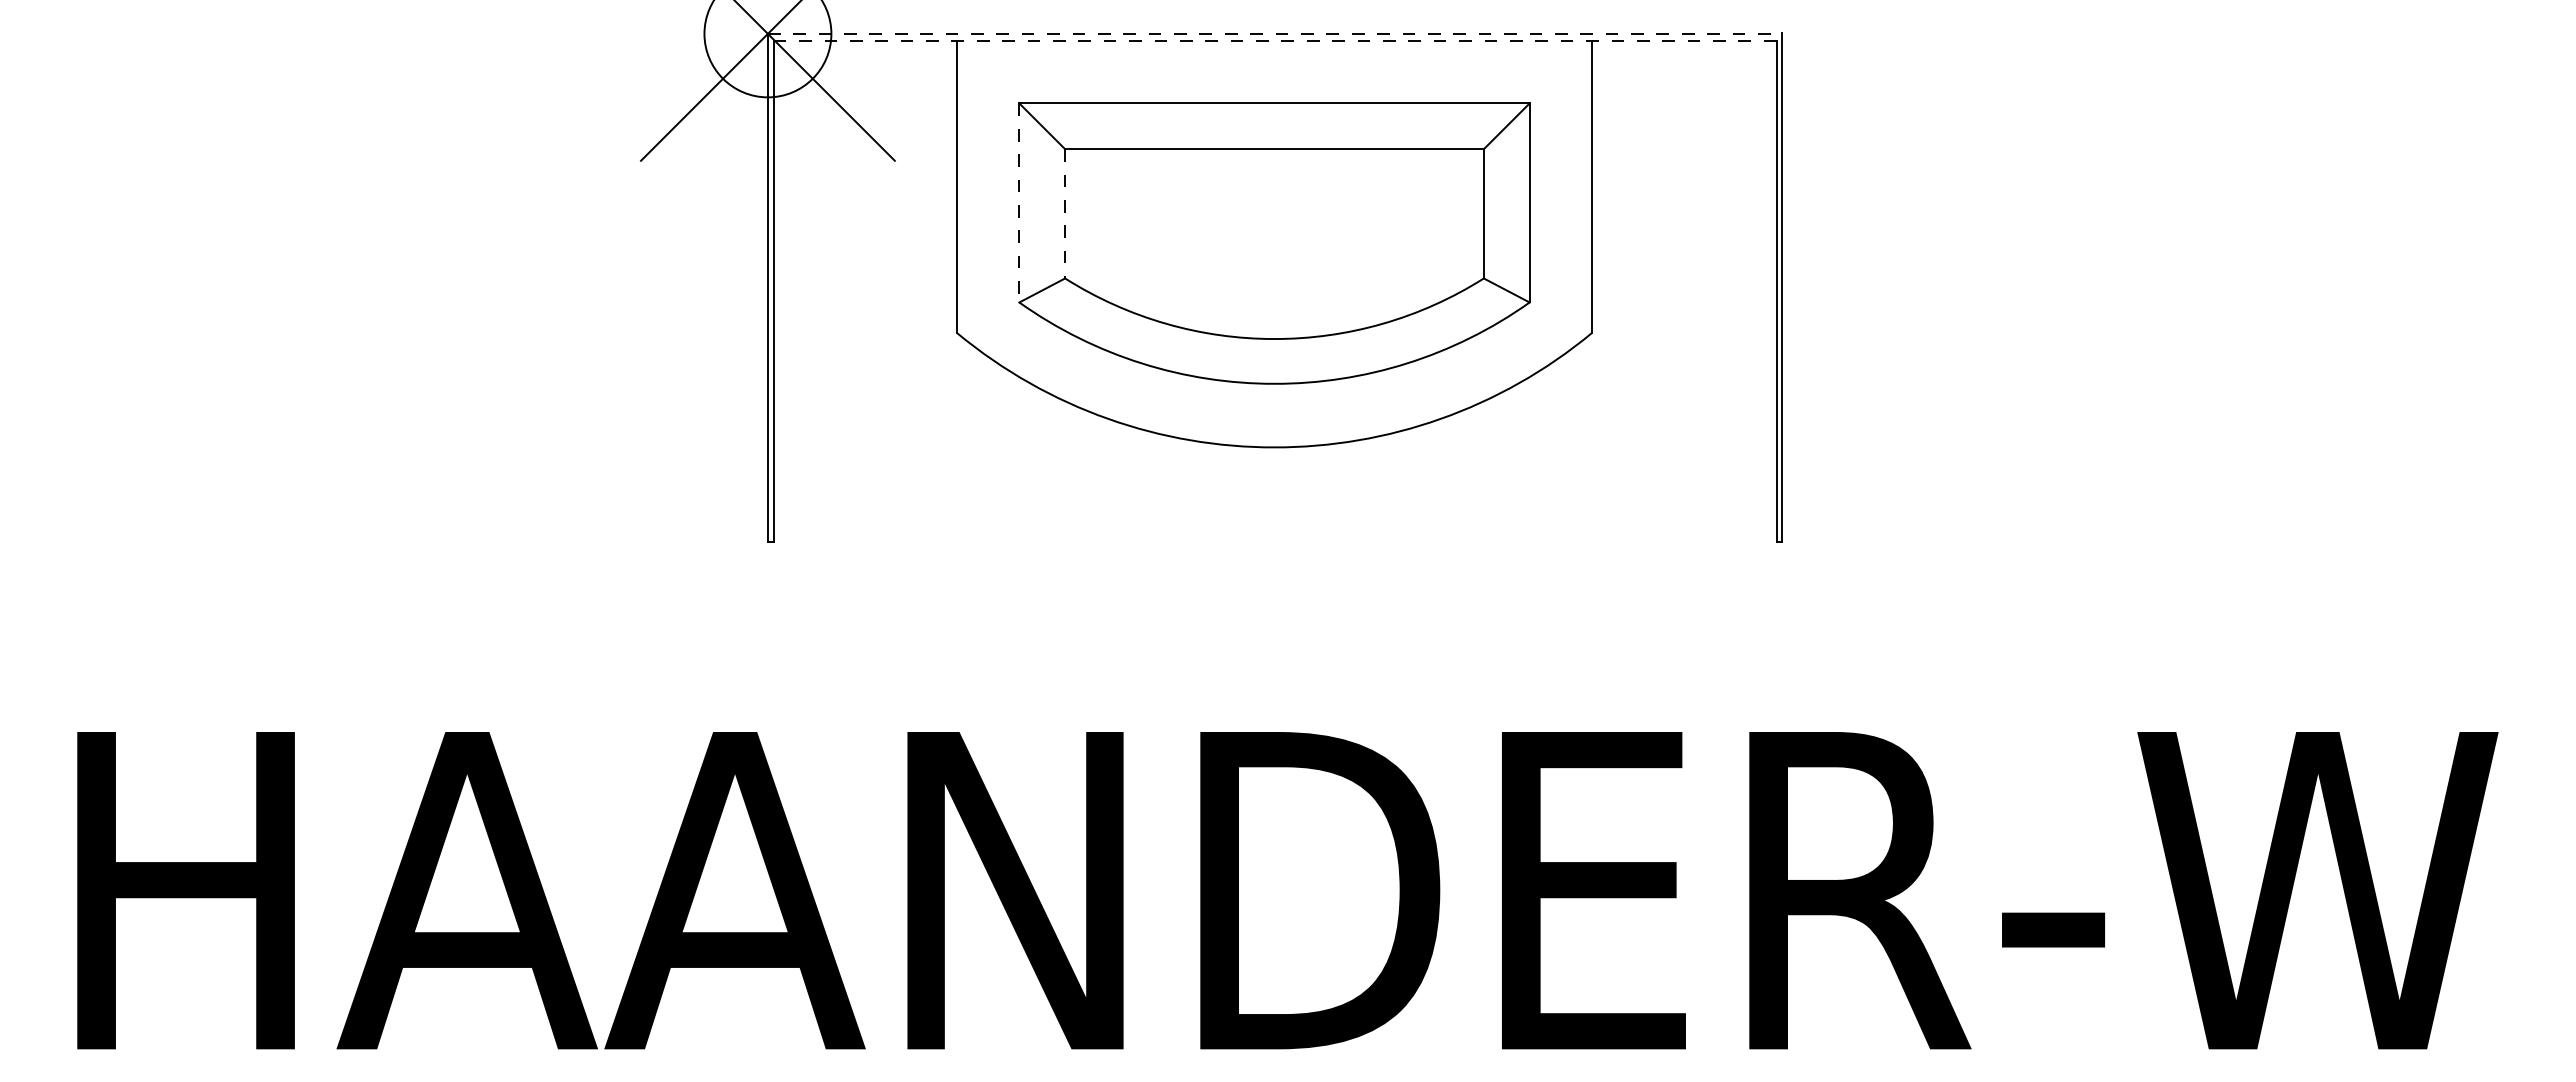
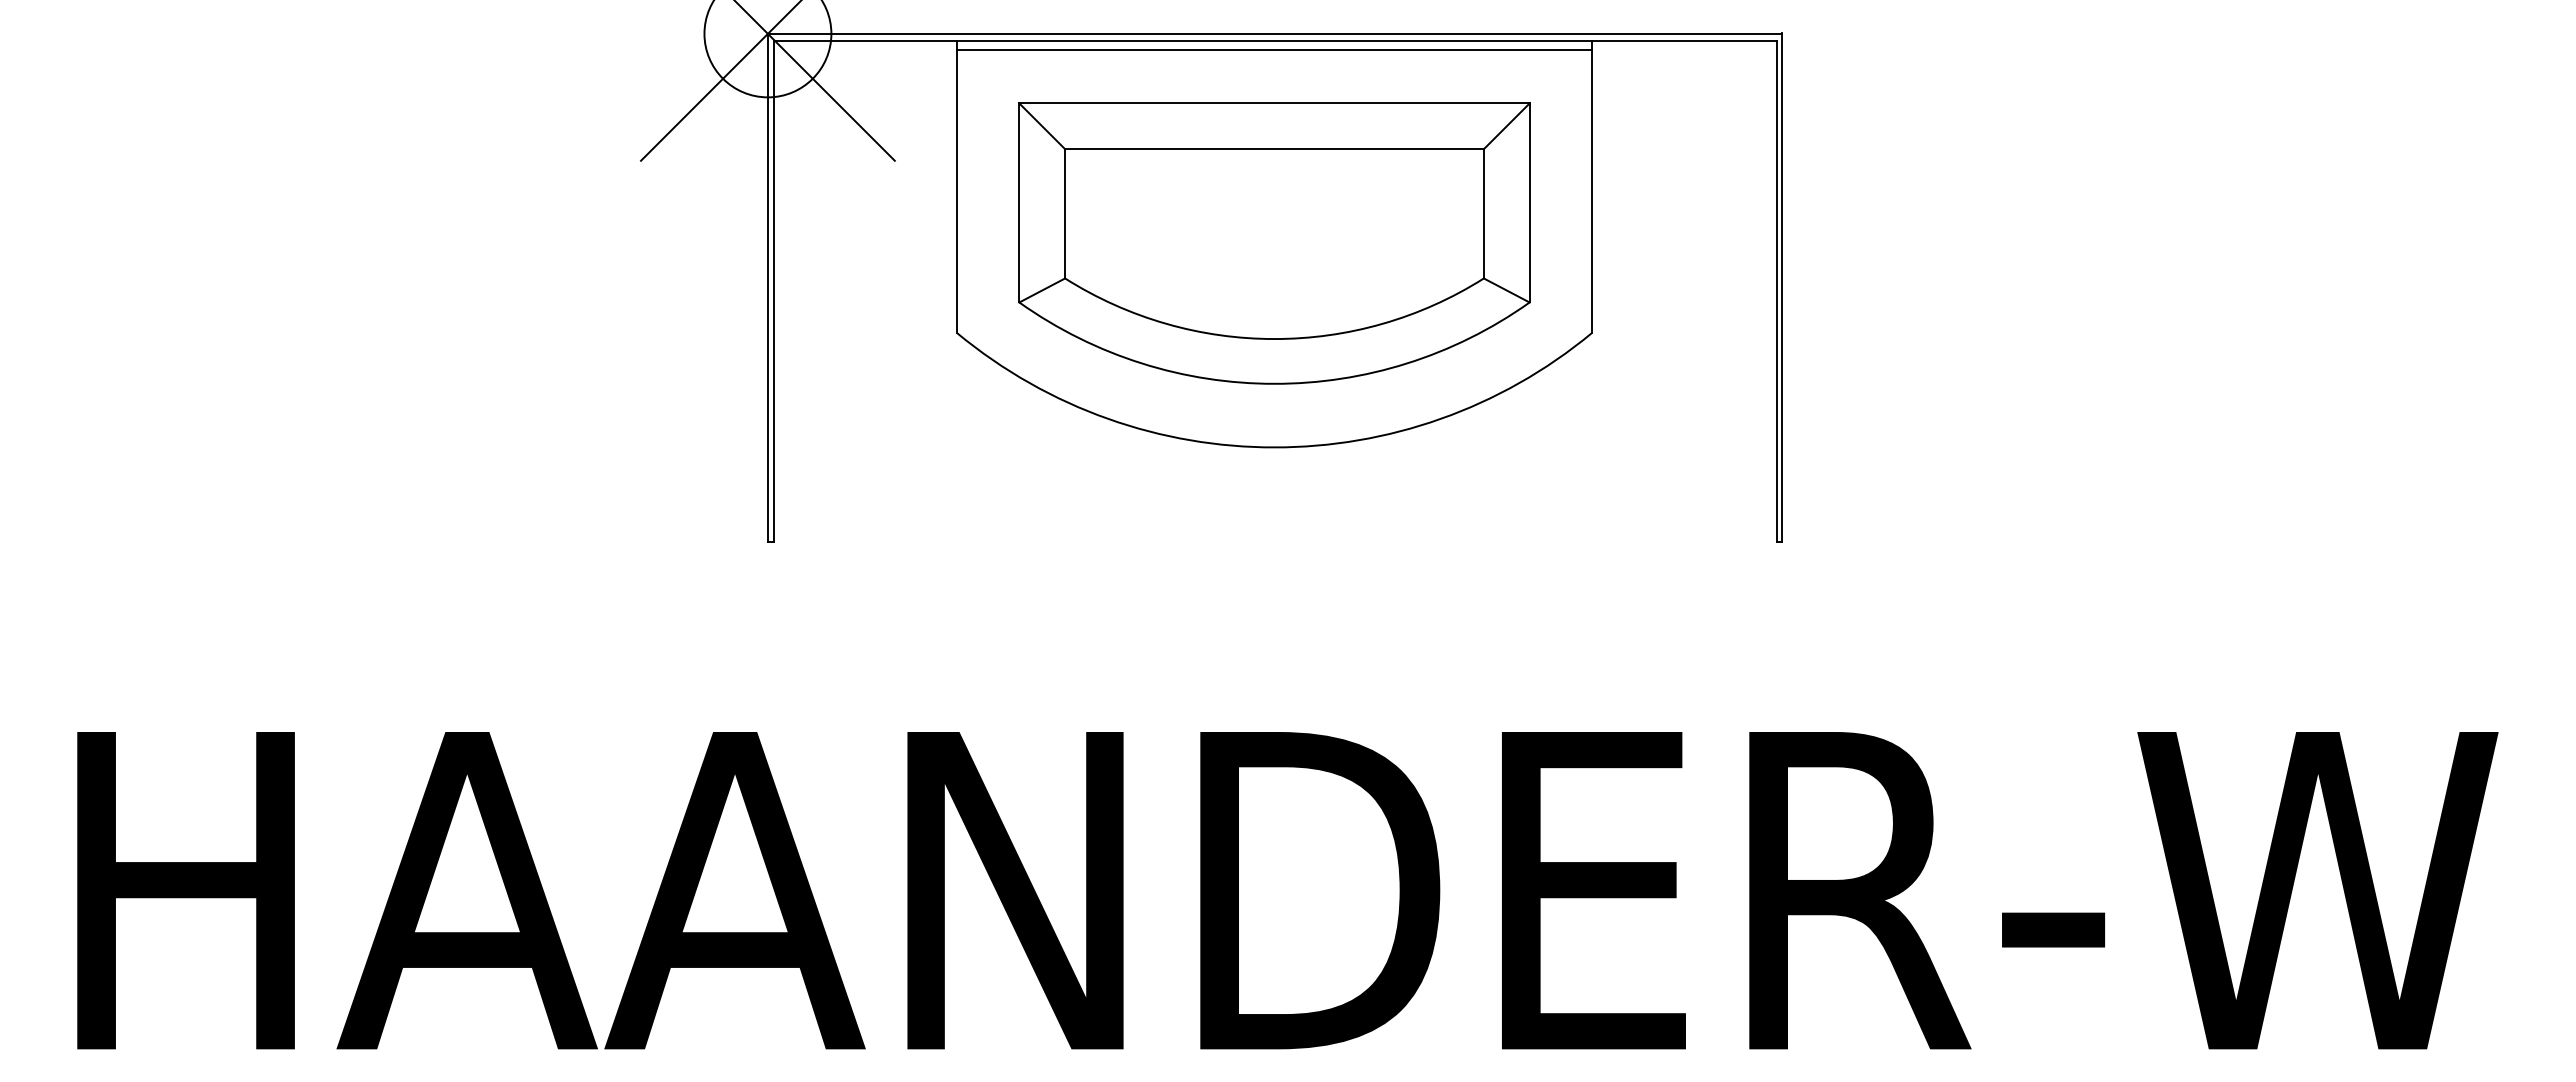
line at (1275, 33): dashed -> solid
line at (1274, 41): dashed -> solid
line at (1274, 50): none -> present
line at (1019, 202): dashed -> solid
line at (1065, 213): dashed -> solid
